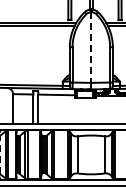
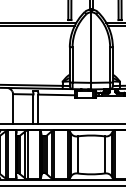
line at (91, 48): dashed -> solid
line at (0, 154): dashed -> solid
